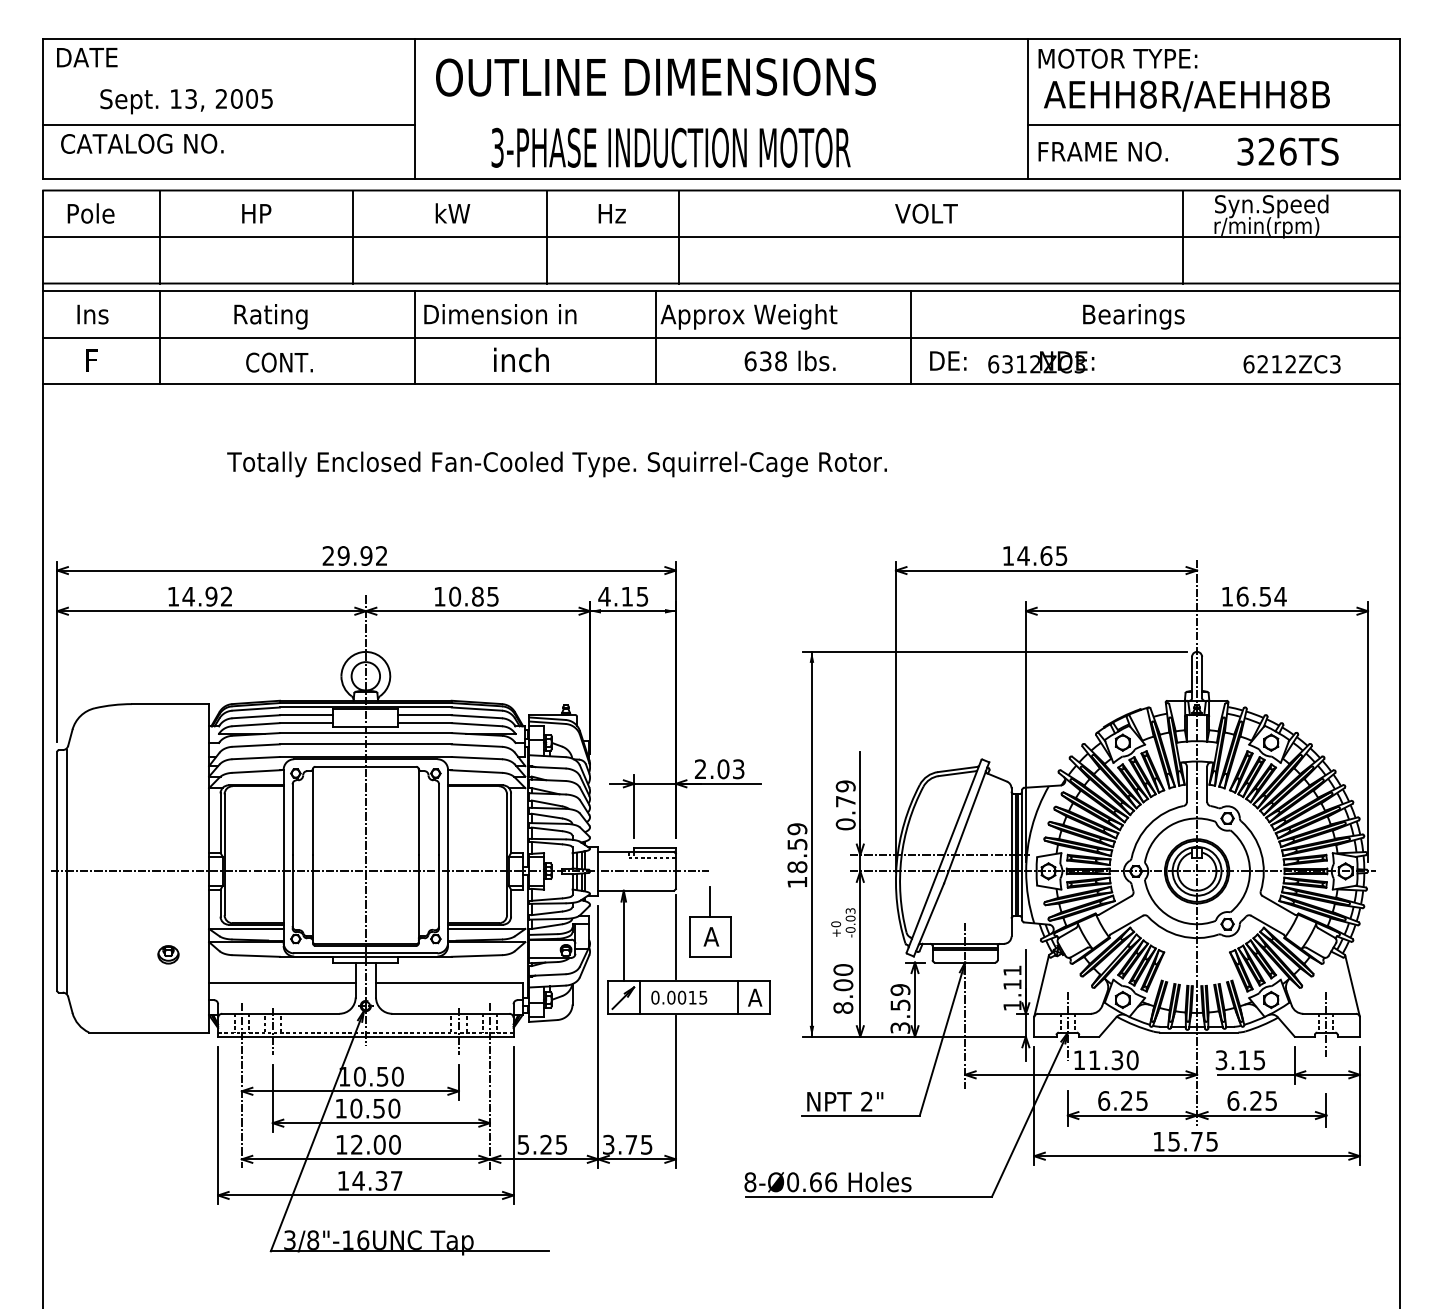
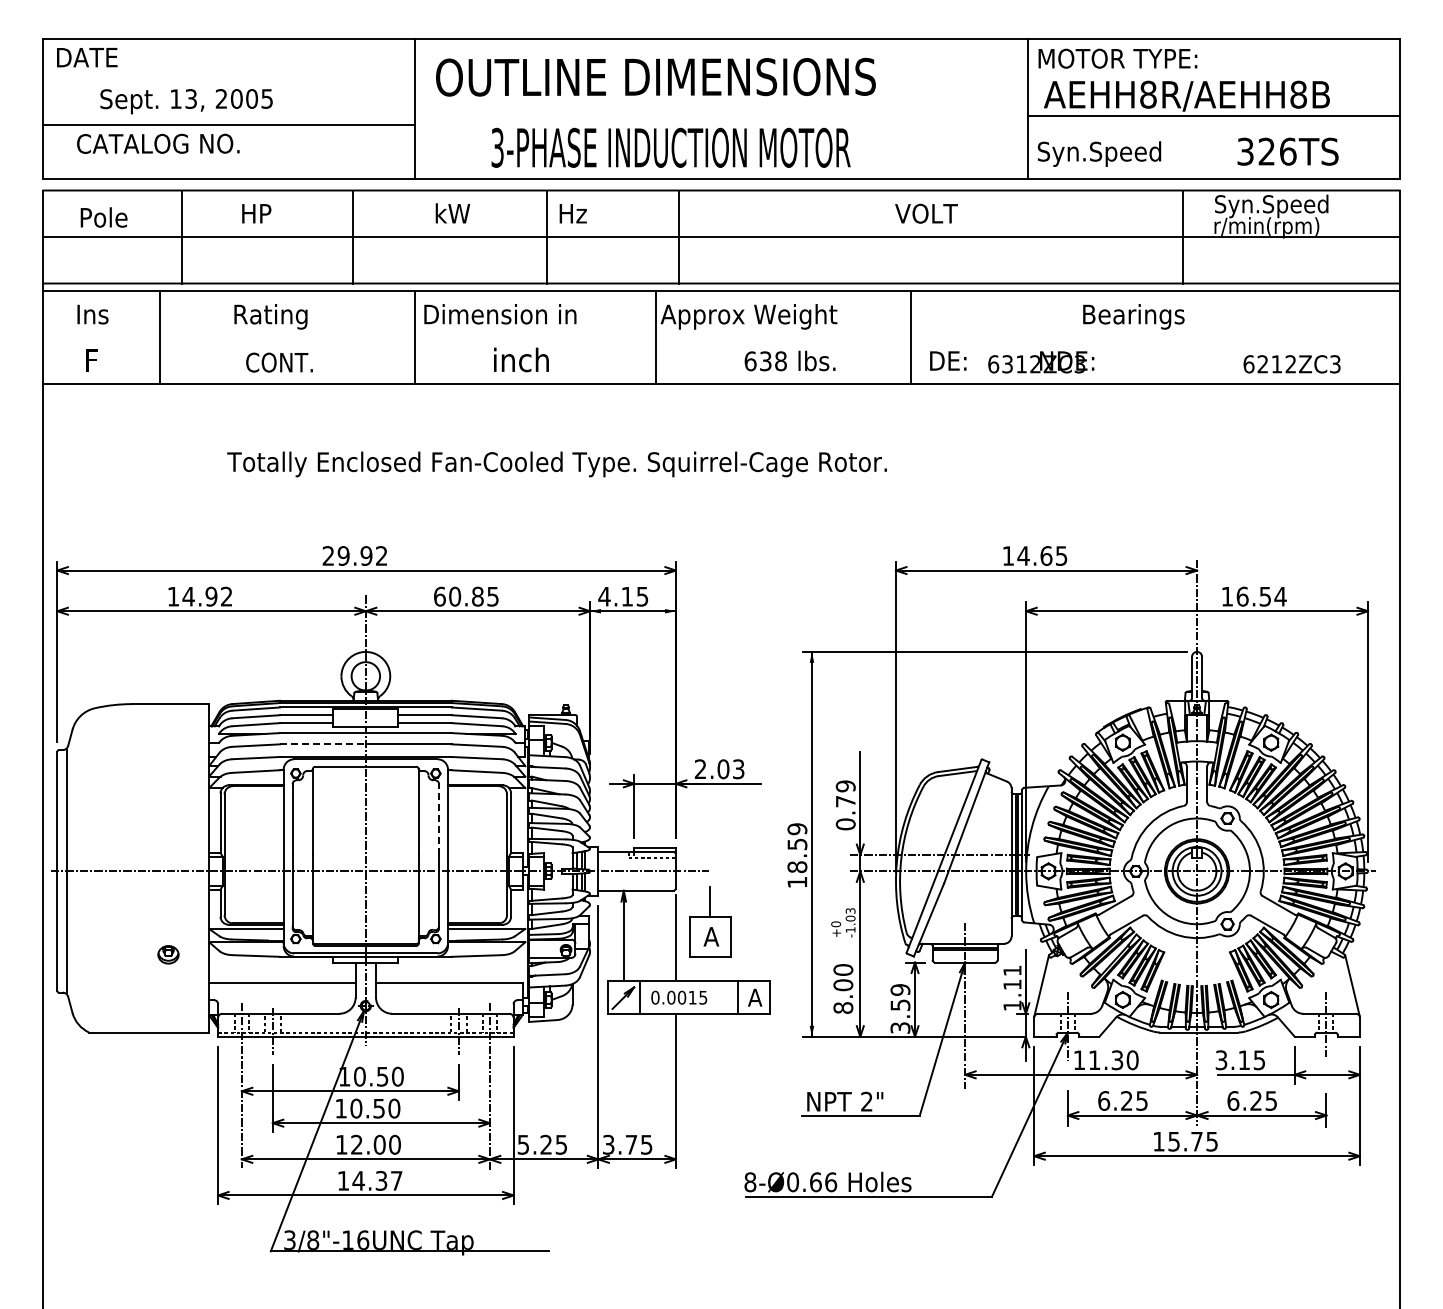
line at (1213, 124) position: (1213, 124) -> (1213, 115)
text at (142, 143) position: (142, 143) -> (158, 143)
text at (1102, 153): FRAME NO. -> Syn.Speed
text at (90, 213) position: (90, 213) -> (103, 217)
text at (611, 213) position: (611, 213) -> (572, 213)
line at (159, 236) position: (159, 236) -> (181, 236)
line at (721, 337): present -> none
text at (439, 596): 10.85 -> 60.85
line at (322, 744): solid -> dashed
line at (439, 819): solid -> dashed
text at (850, 929): -0.03 -> -1.03
